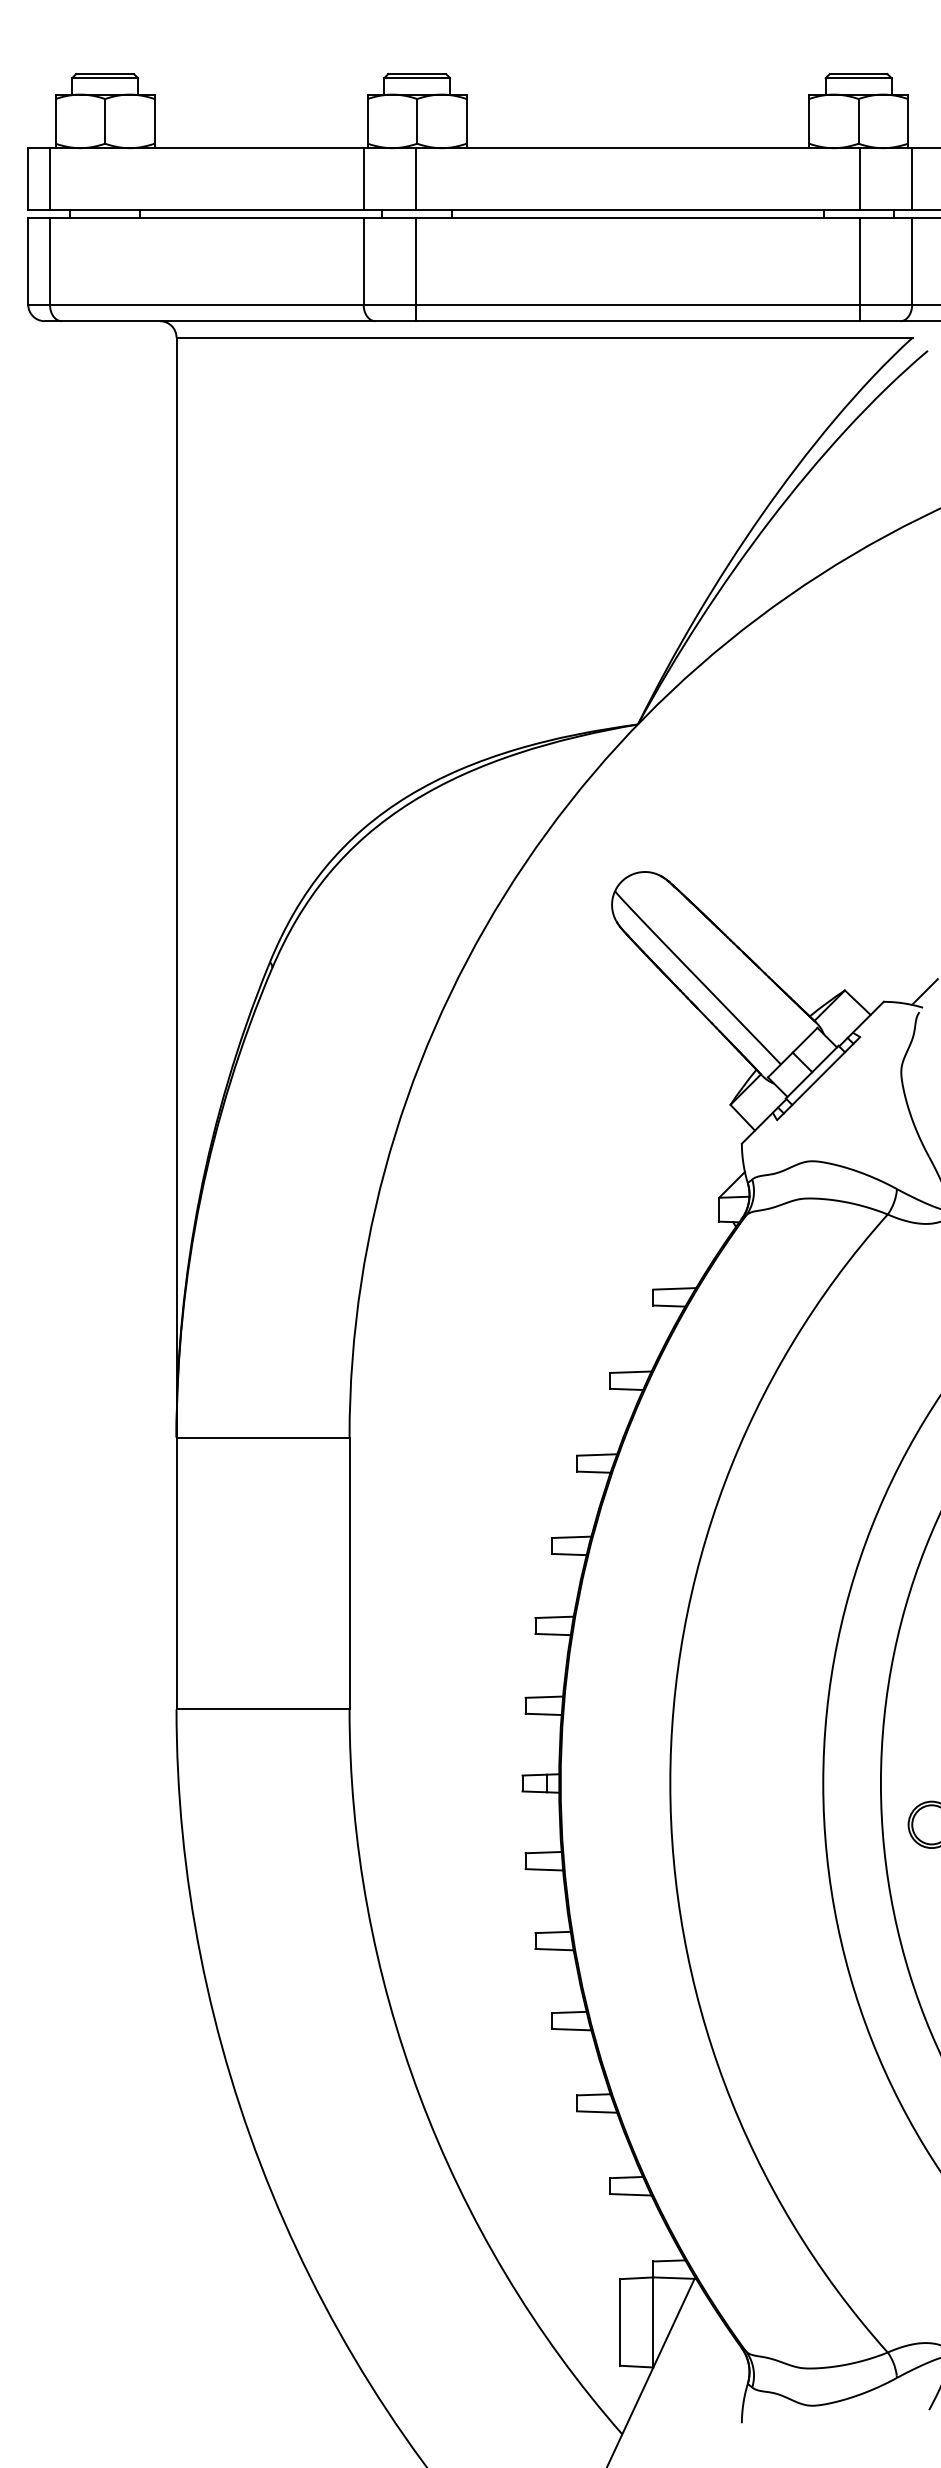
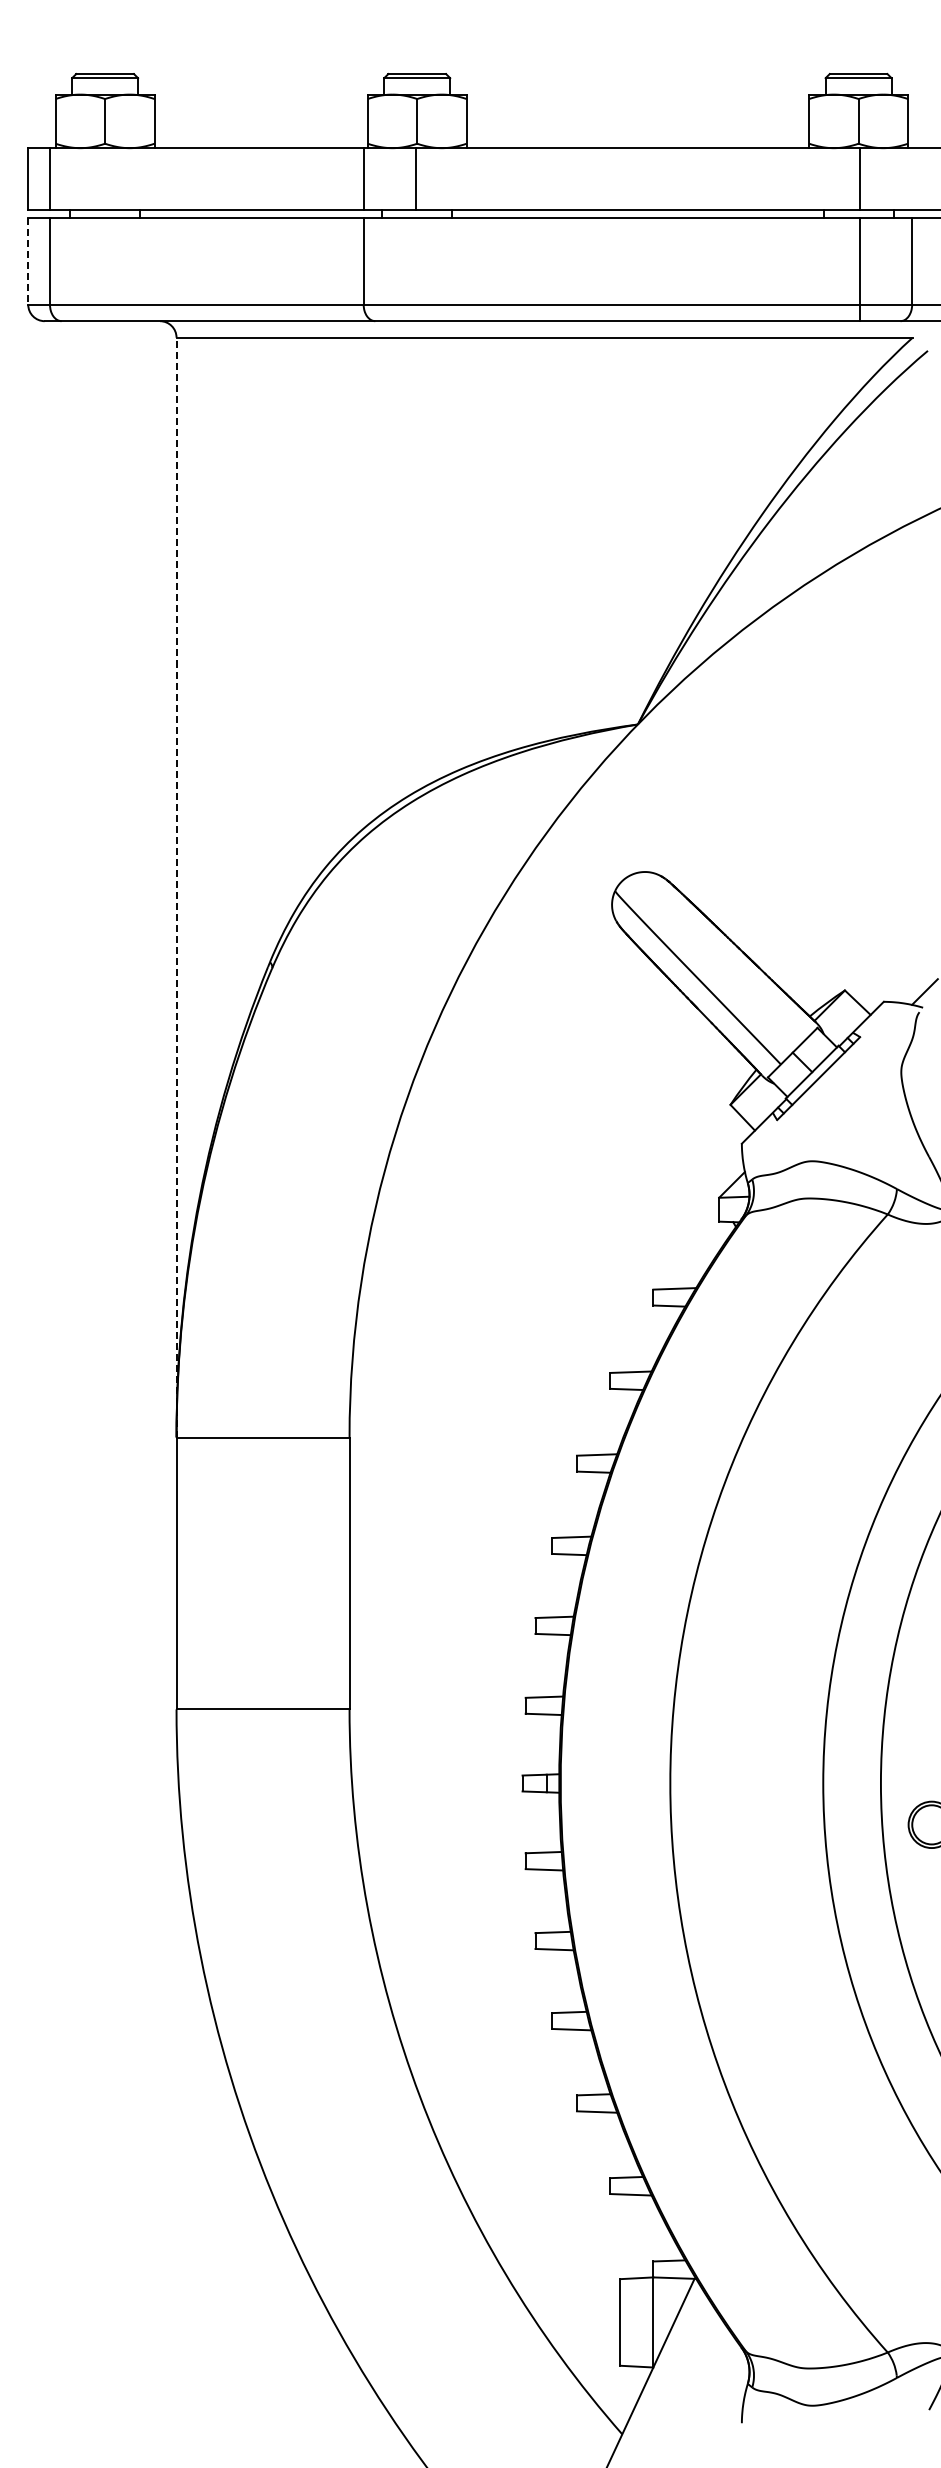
line at (912, 178): present -> none
line at (28, 261): solid -> dashed
line at (416, 269): present -> none
line at (176, 887): solid -> dashed
